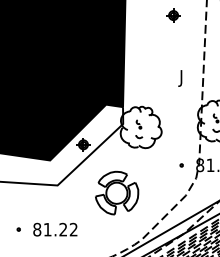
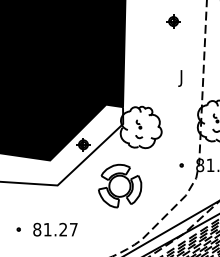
part at (173, 15) position: (173, 15) -> (173, 21)
part at (117, 192) position: (117, 192) -> (120, 185)
text at (73, 229): 81.22 -> 81.27
